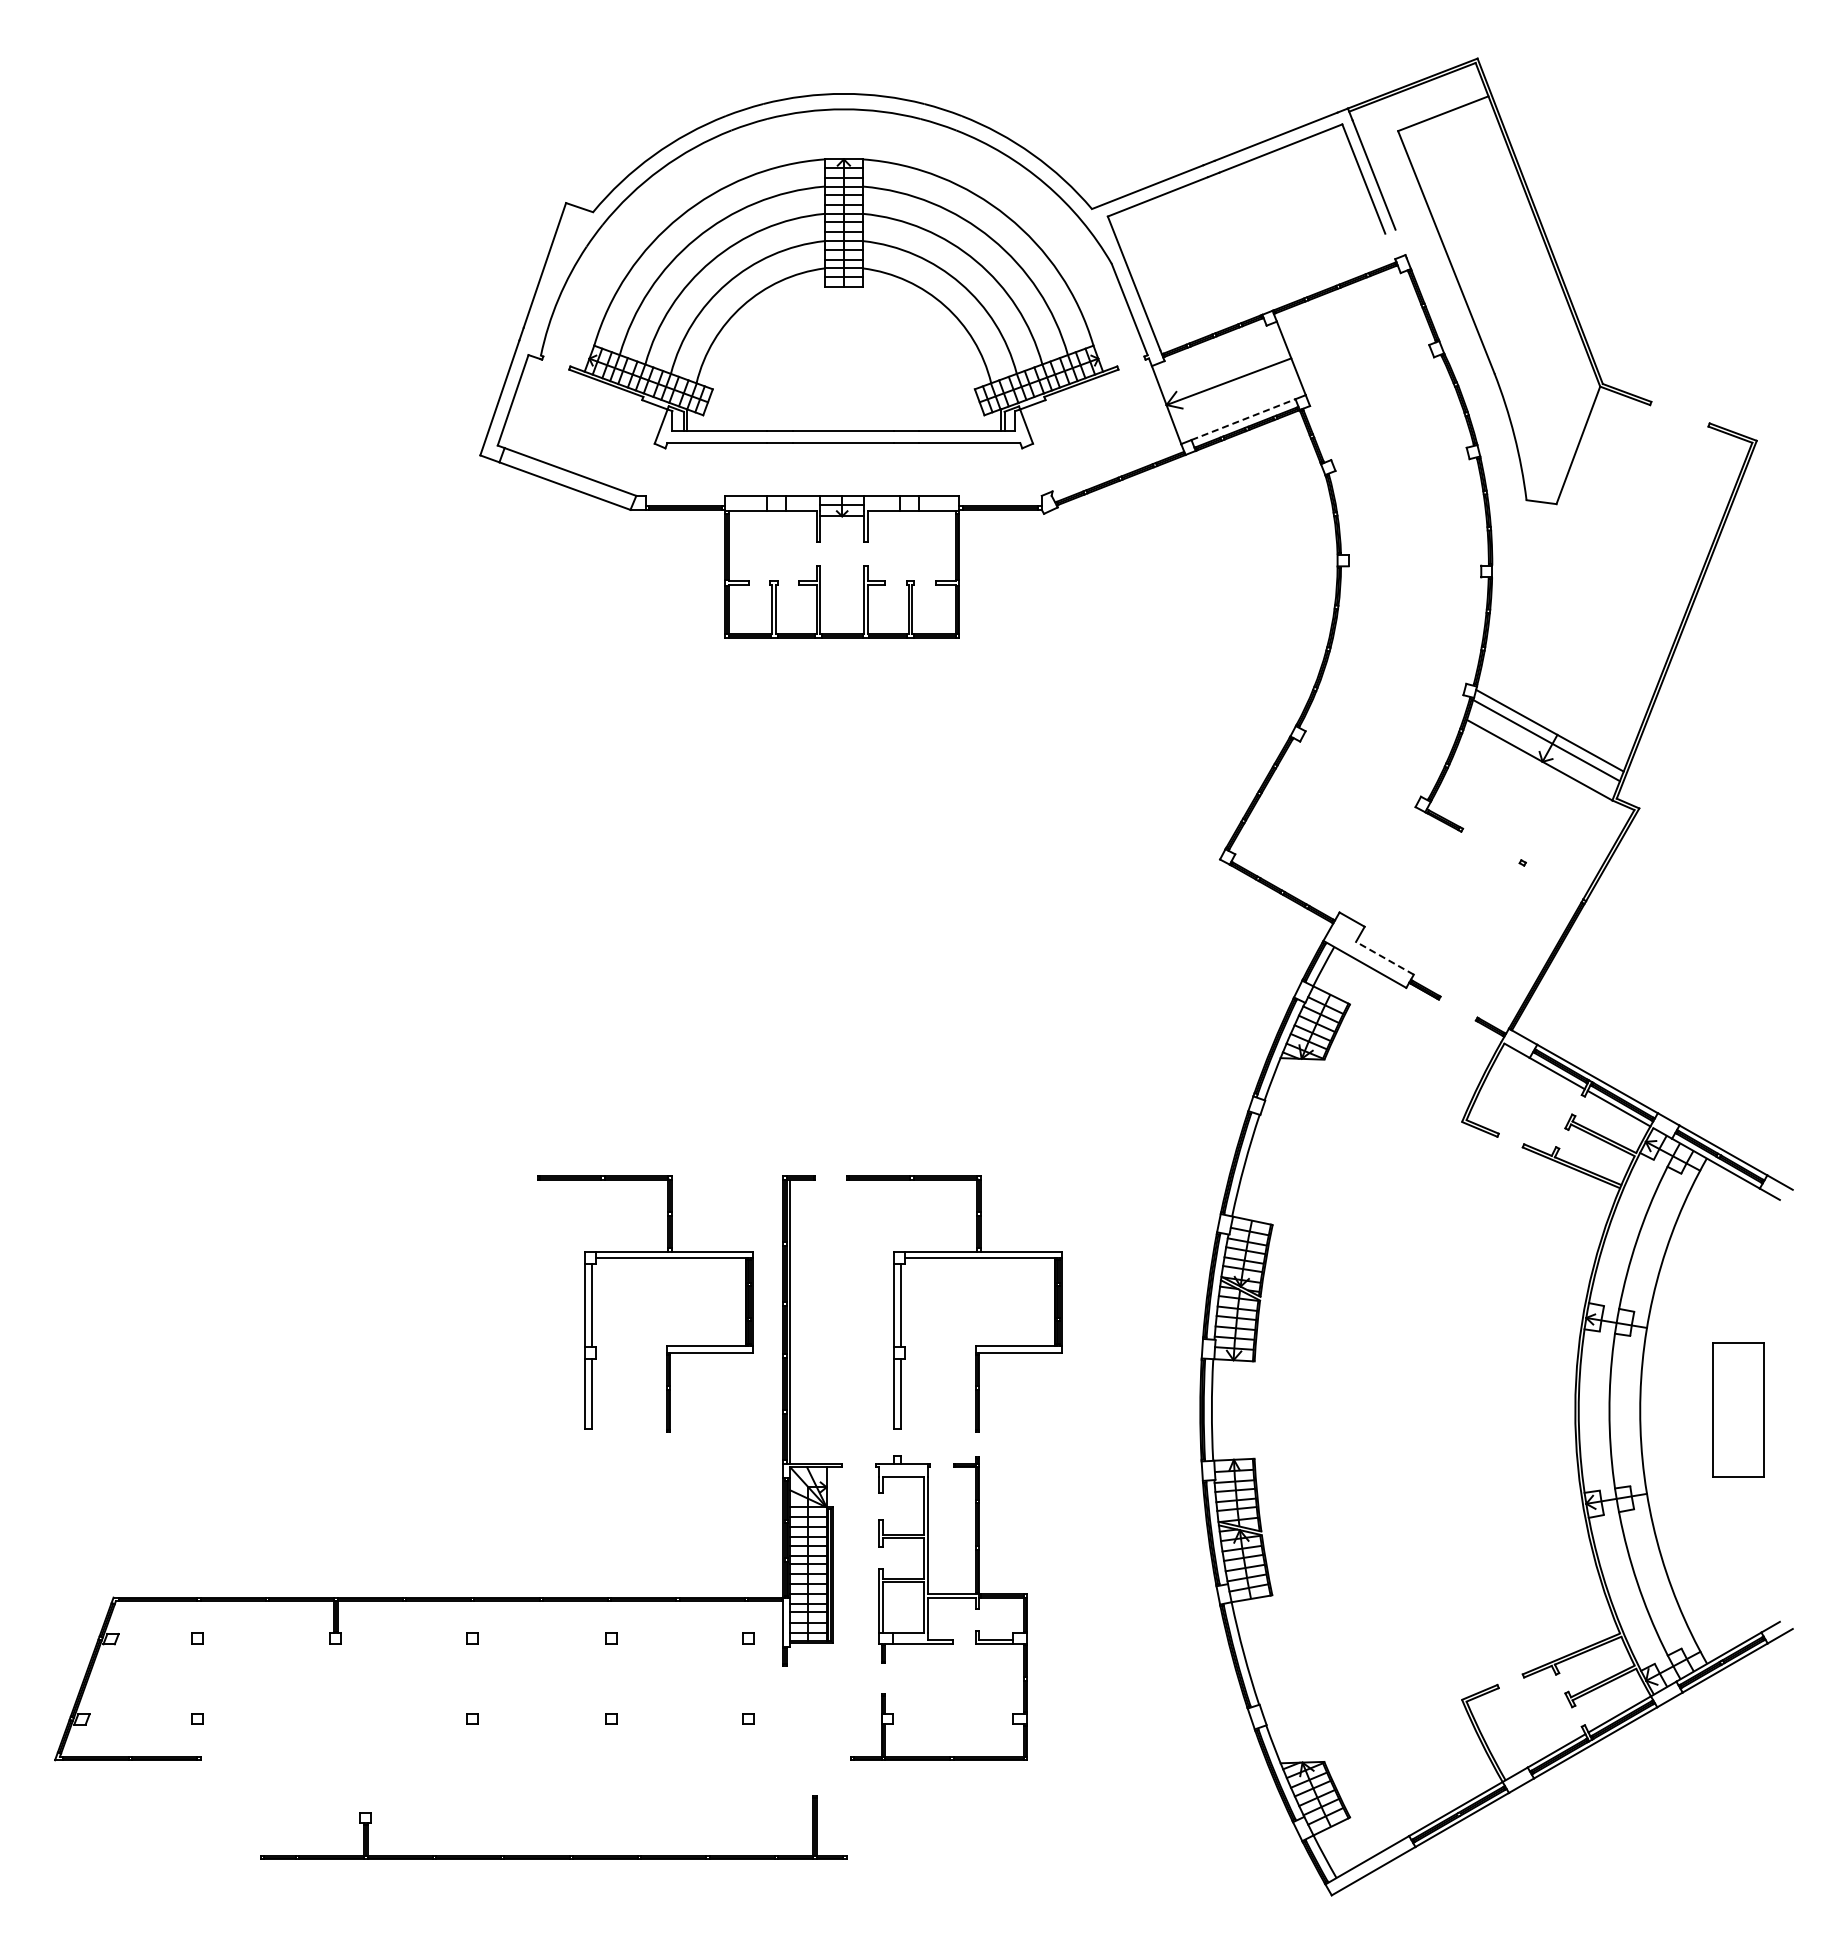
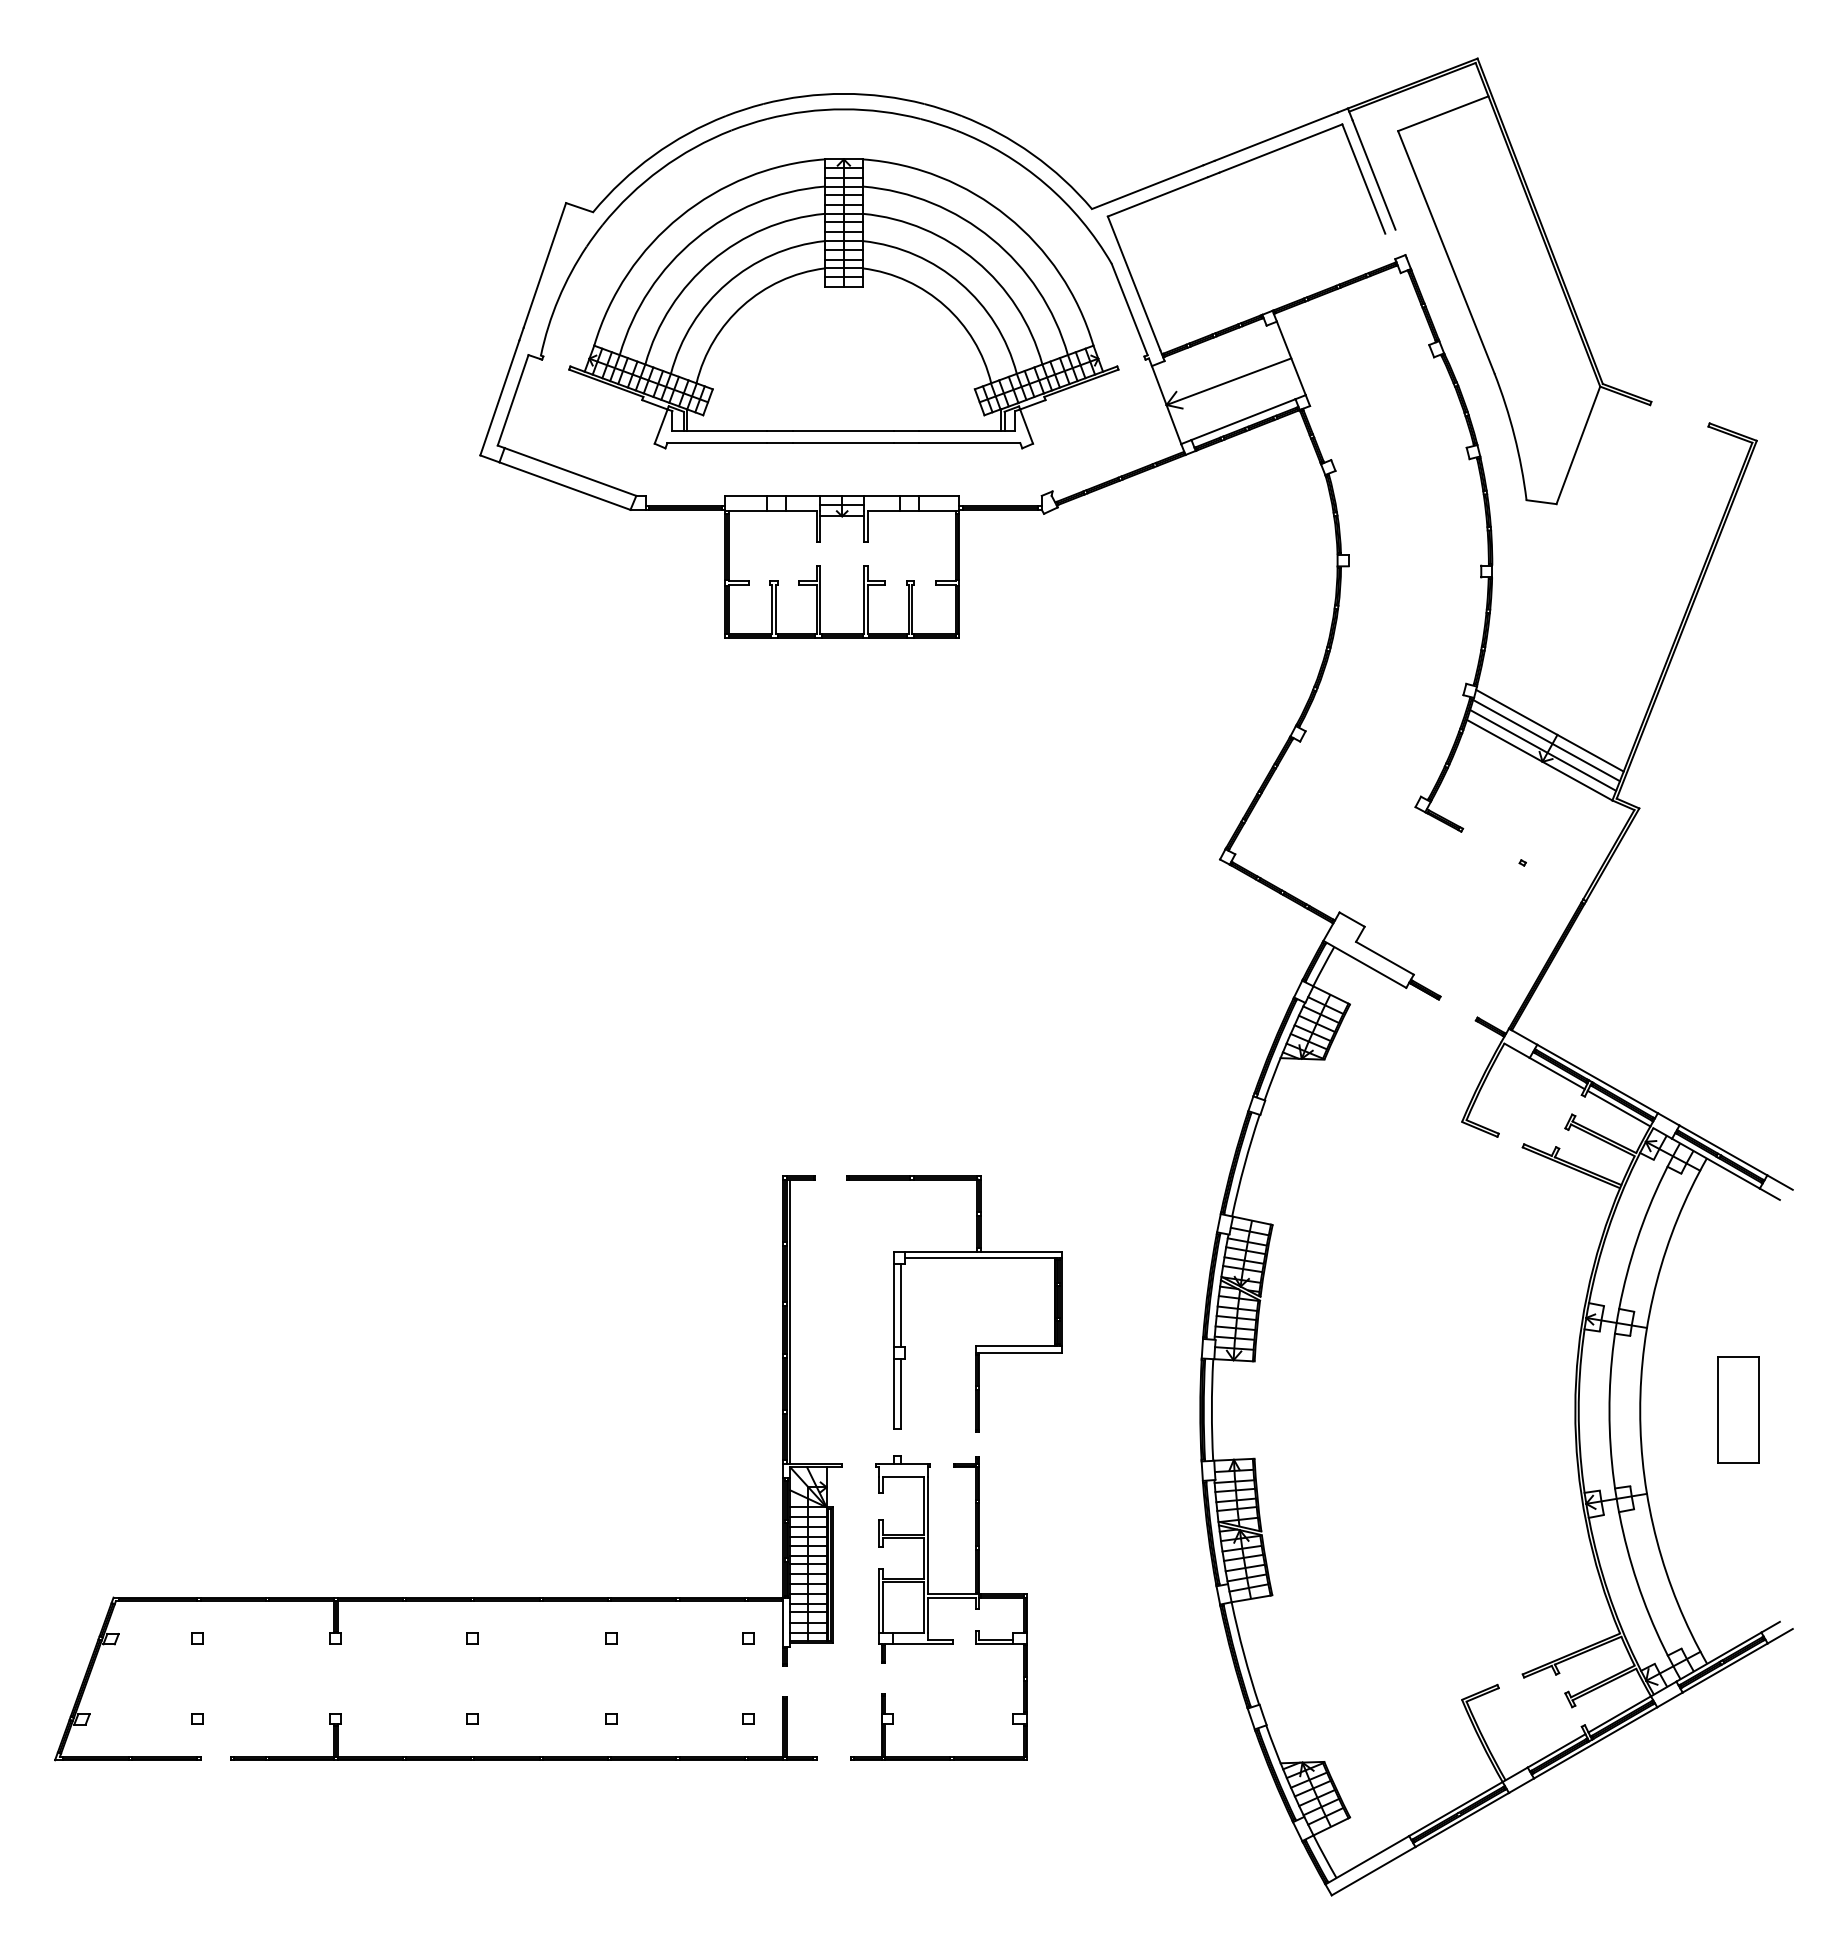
line at (1243, 419): dashed -> solid
line at (1543, 750): none -> present
line at (1384, 958): dashed -> solid
part at (645, 1258): present -> none
part at (1738, 1409) size: 53x136 px -> 43x108 px
part at (553, 1855) position: (553, 1855) -> (523, 1756)
